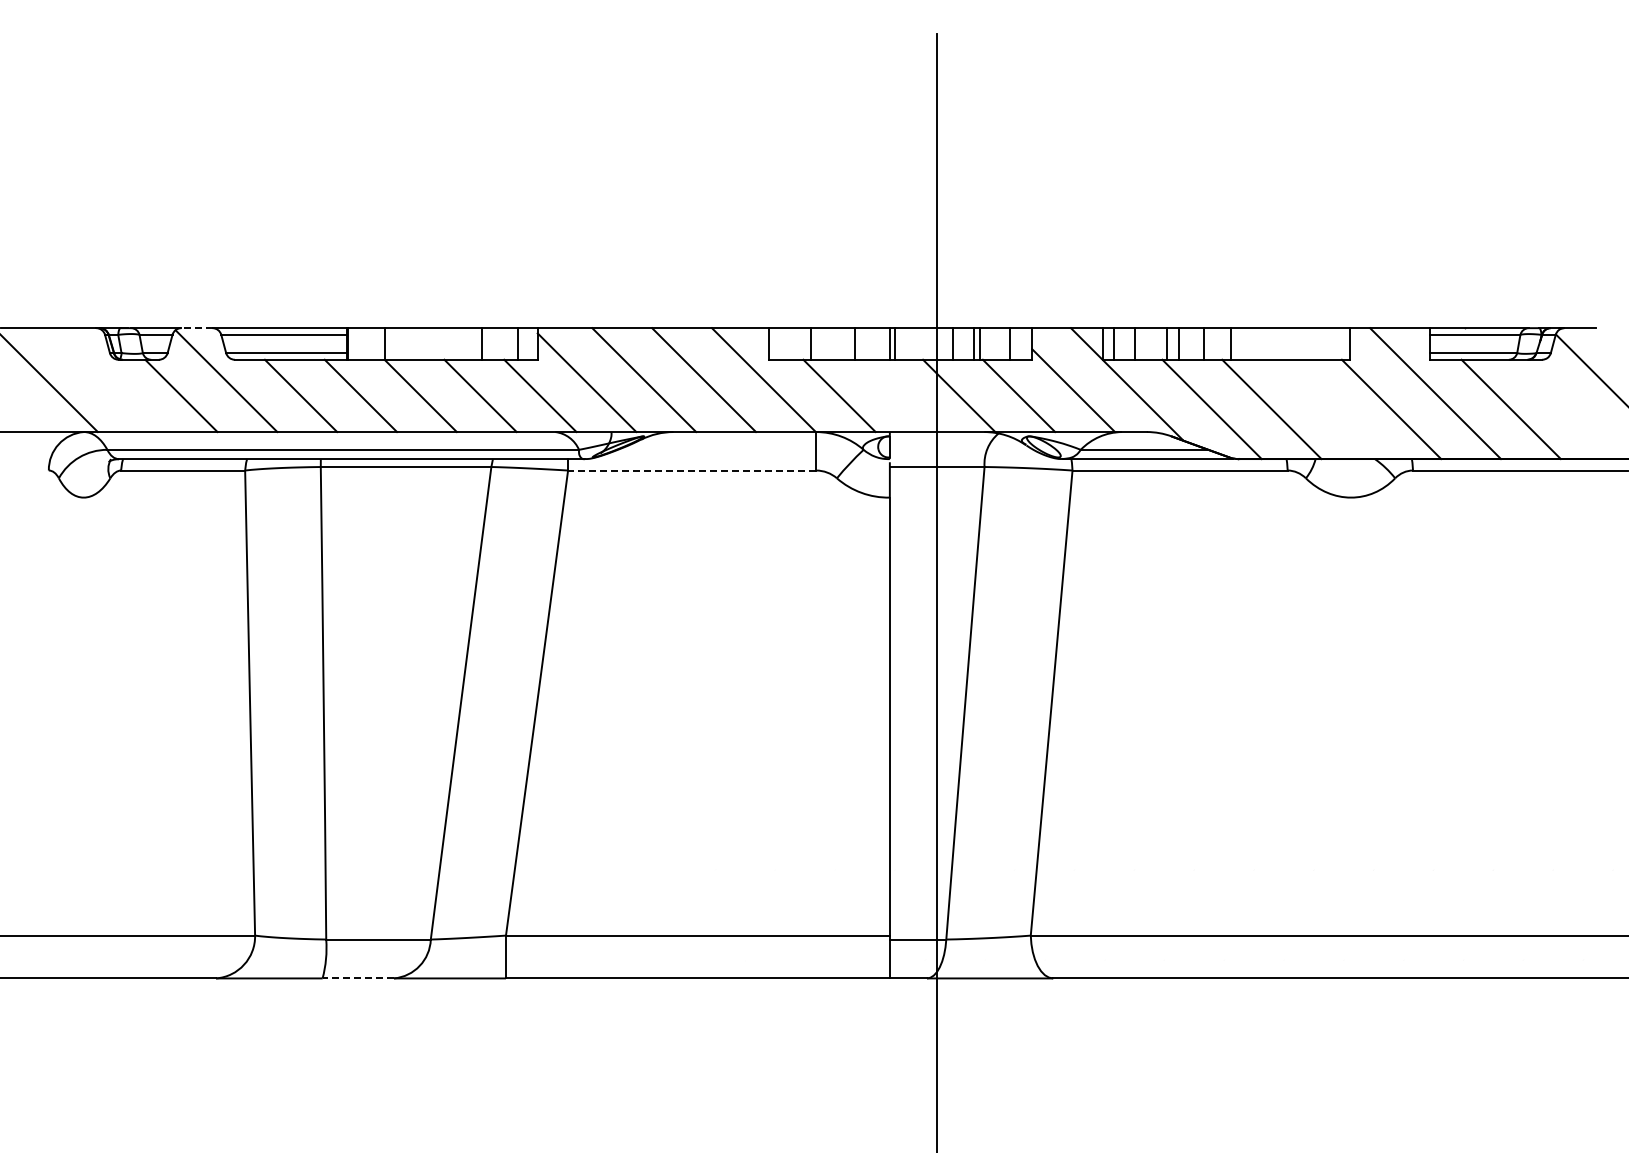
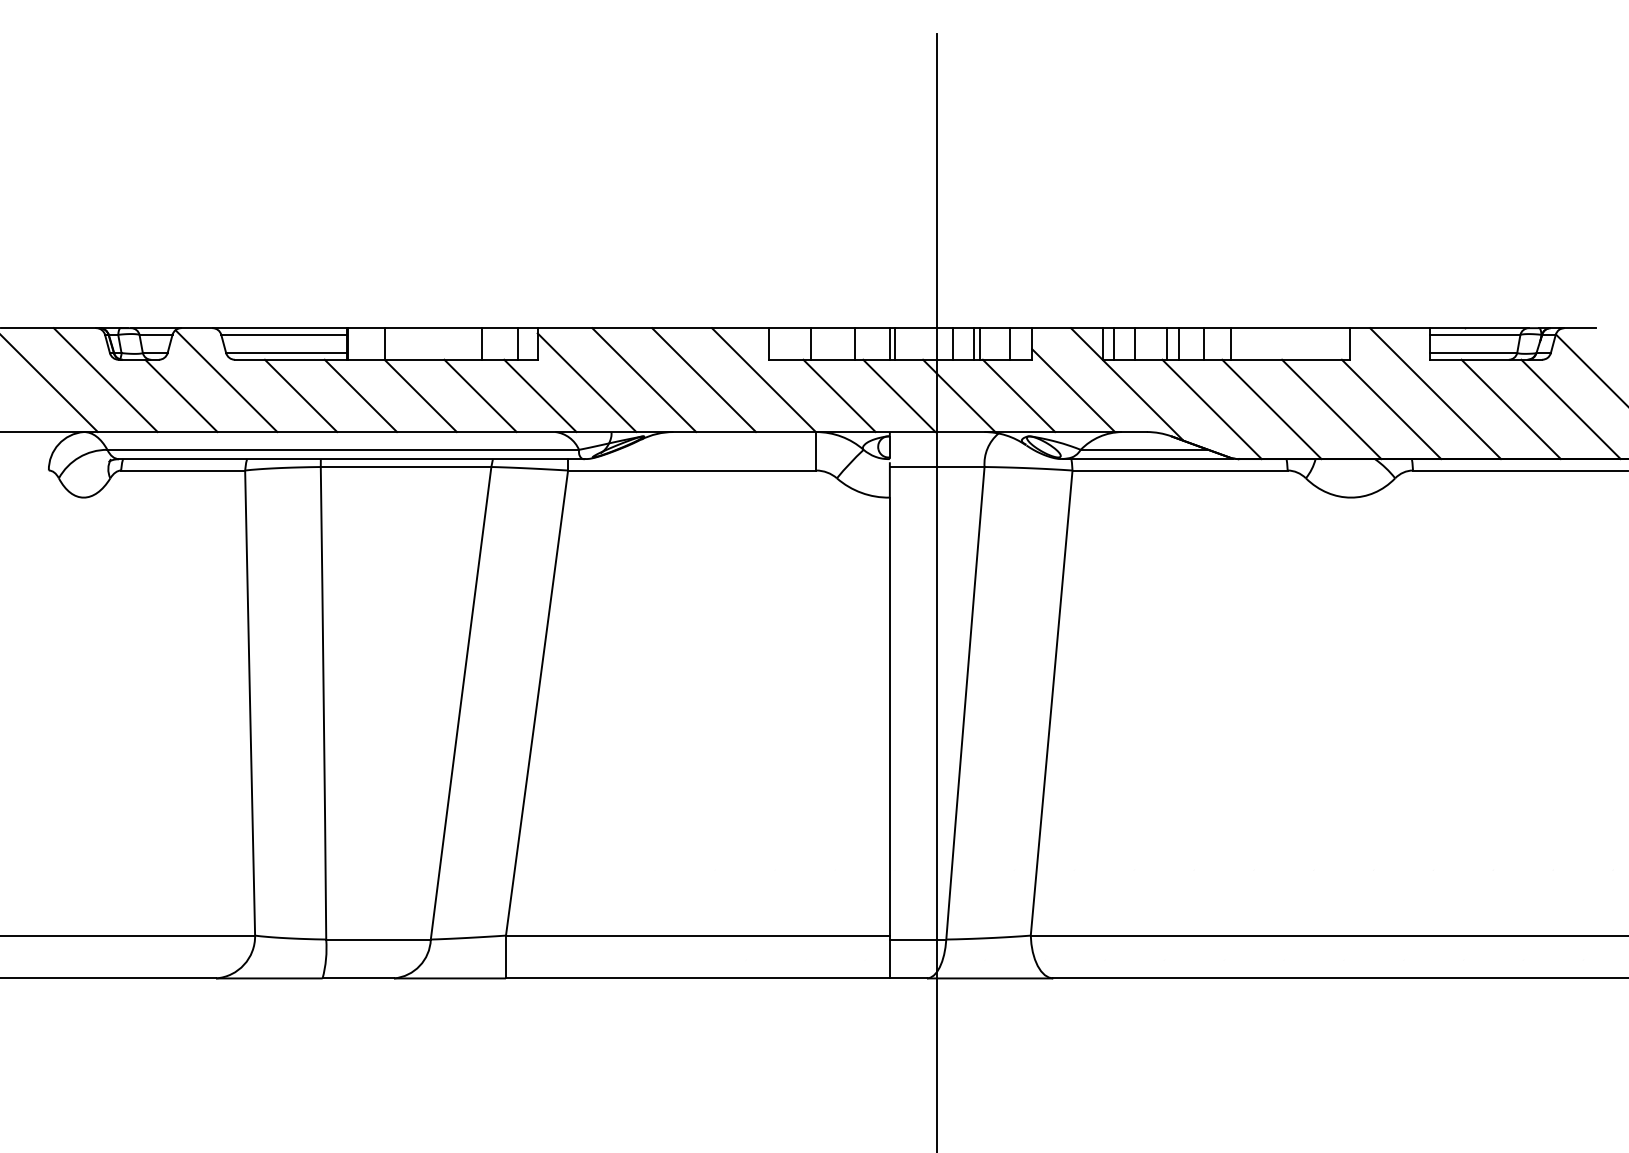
line at (196, 328): dashed -> solid
line at (105, 380): none -> present
line at (899, 395): none -> present
line at (1331, 409): none -> present
line at (1570, 409): none -> present
line at (691, 470): dashed -> solid
line at (358, 978): dashed -> solid
